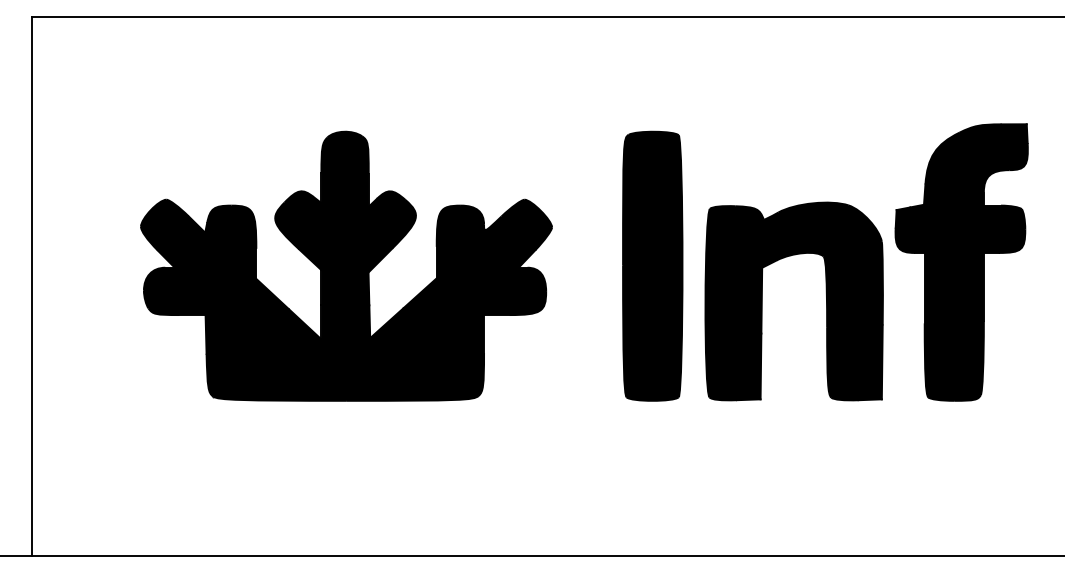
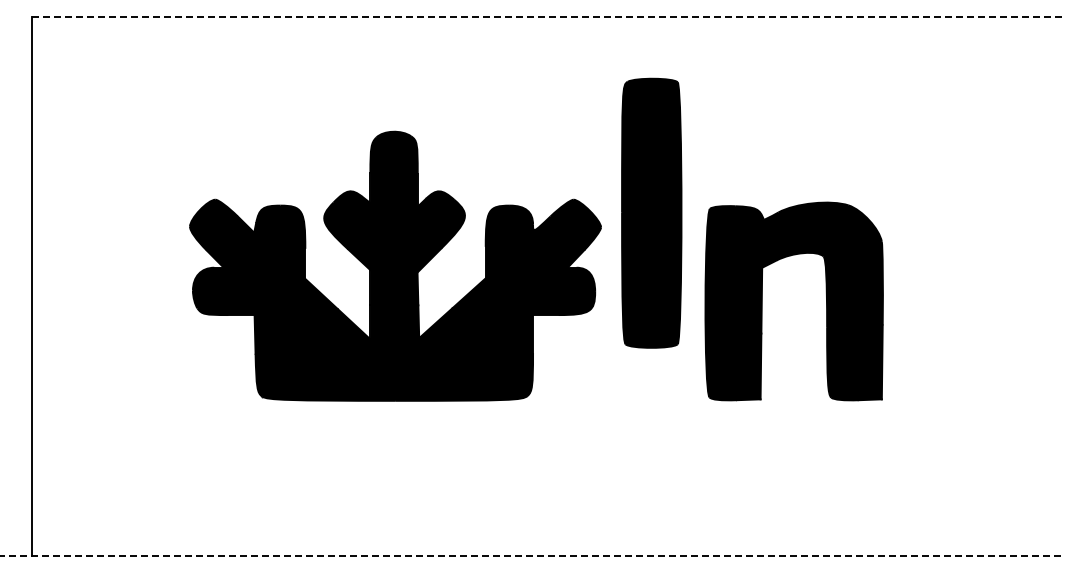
line at (548, 17): solid -> dashed
part at (961, 262): present -> none
part at (346, 265) position: (346, 265) -> (395, 265)
part at (652, 265) position: (652, 265) -> (651, 212)
line at (532, 555): solid -> dashed
